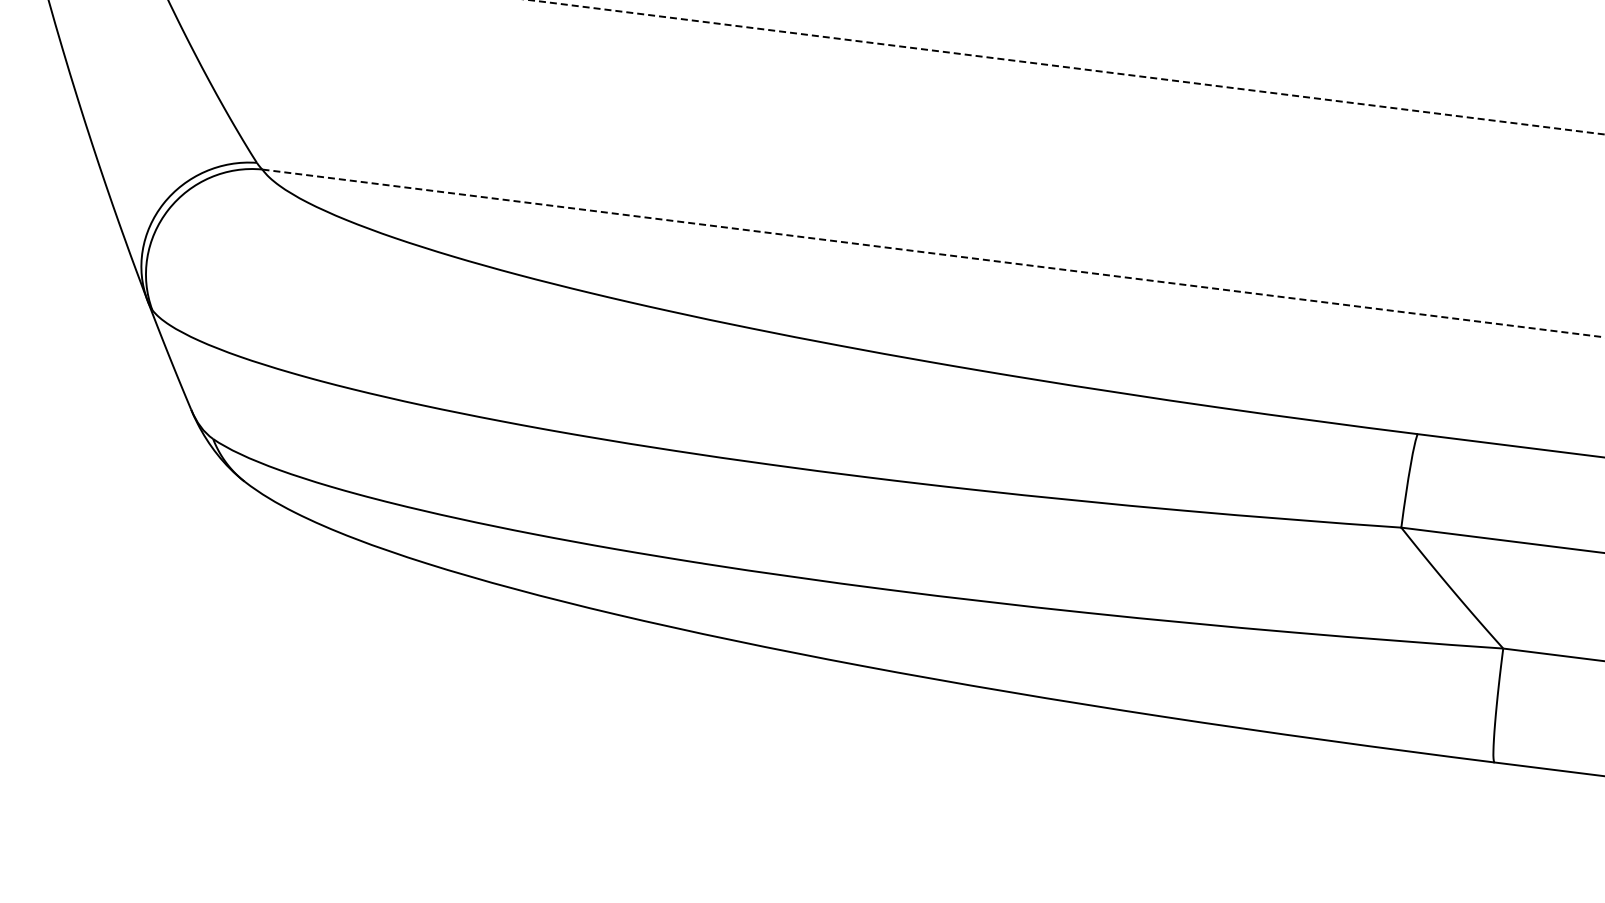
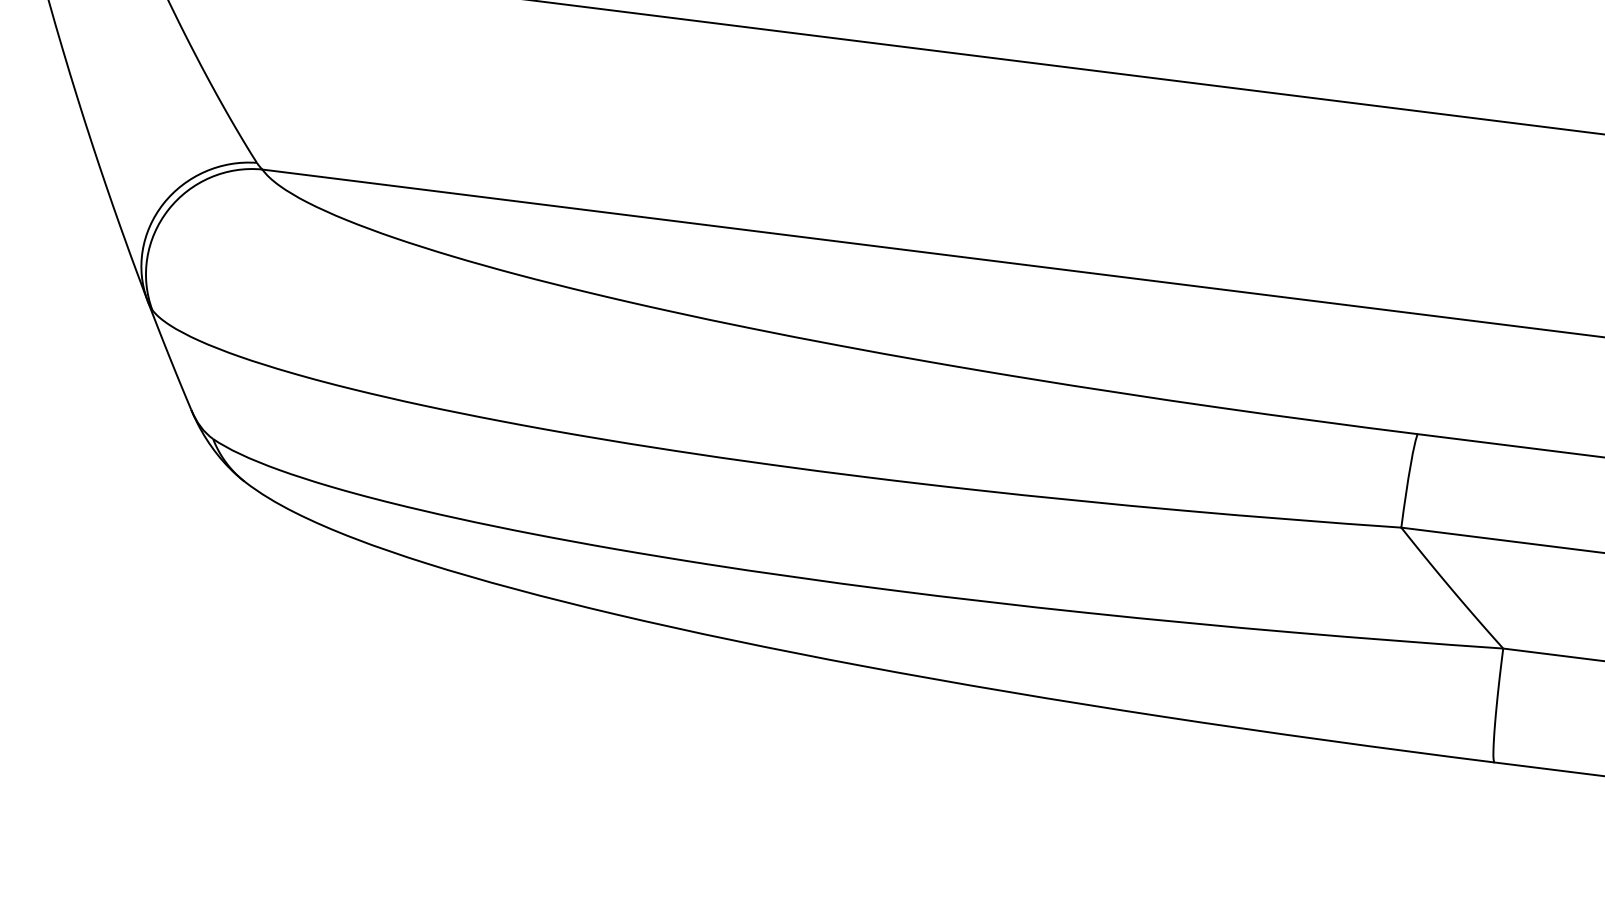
line at (1066, 67): dashed -> solid
line at (934, 253): dashed -> solid
